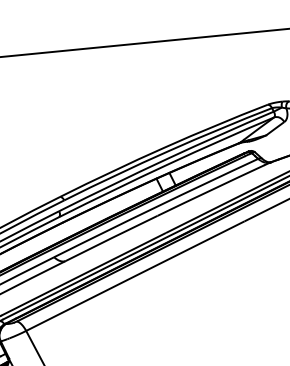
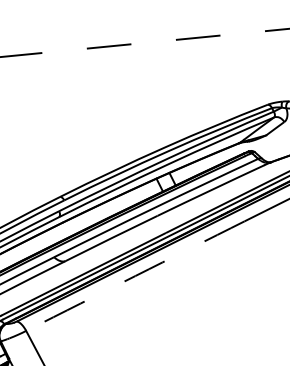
line at (145, 42): solid -> dashed
arc at (135, 276): solid -> dashed
